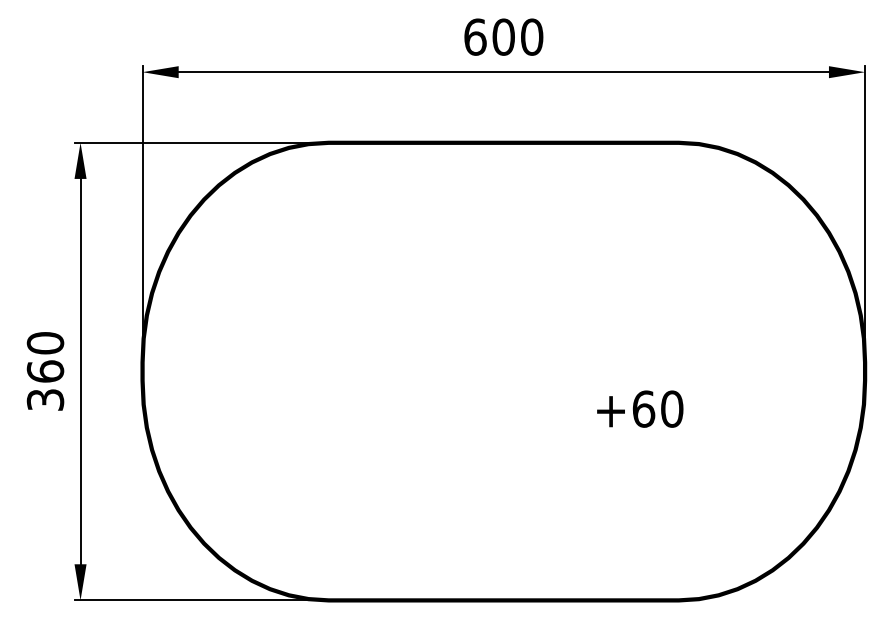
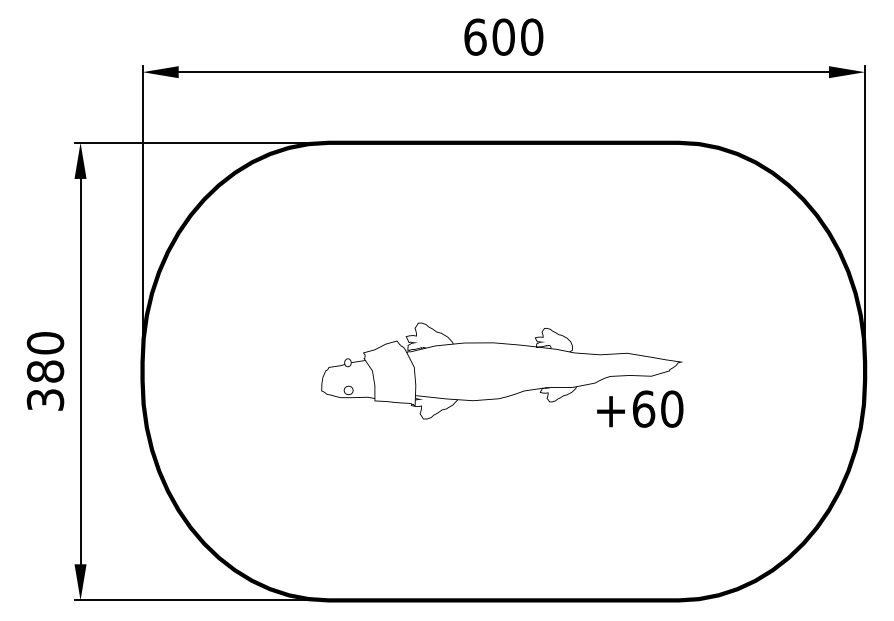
text at (45, 371): 360 -> 380
part at (502, 374): none -> present
